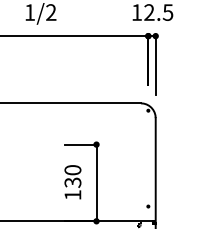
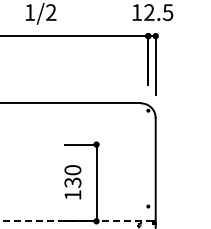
line at (76, 221): solid -> dashed
